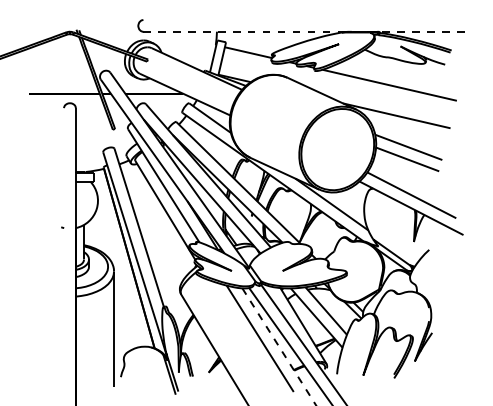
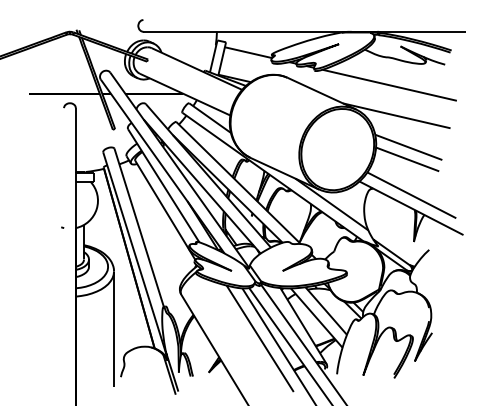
line at (305, 31): dashed -> solid
line at (279, 347): dashed -> solid
